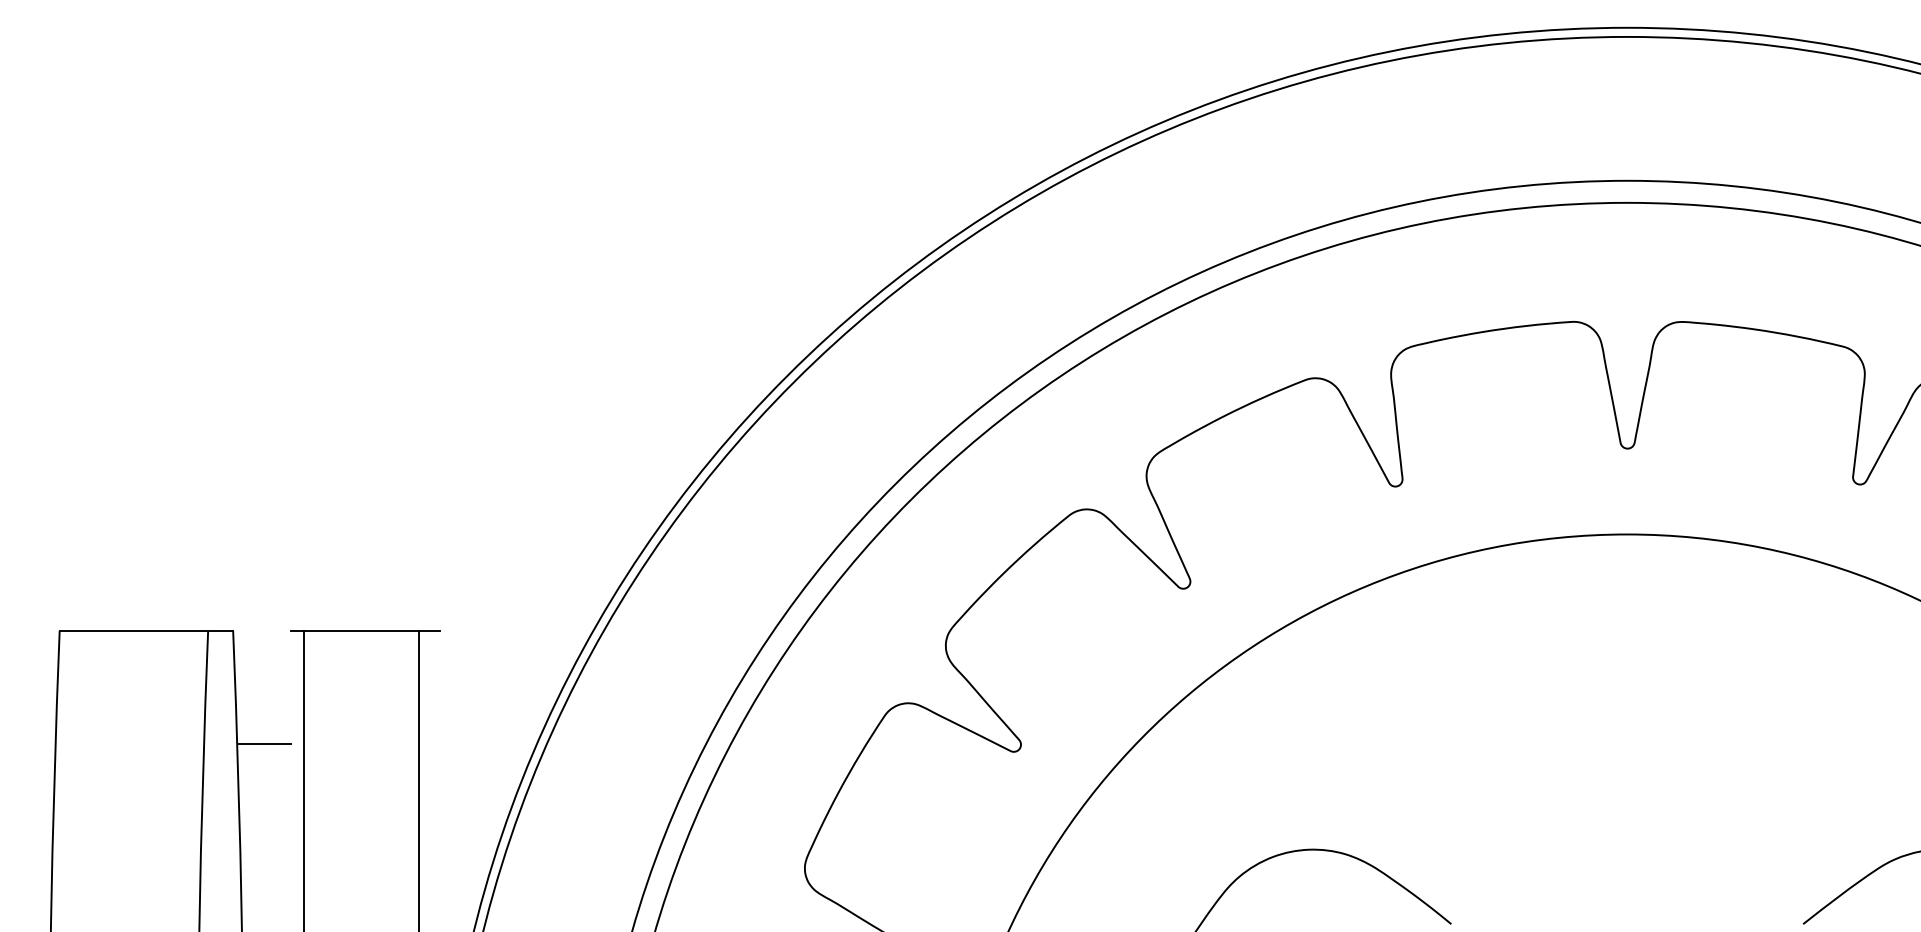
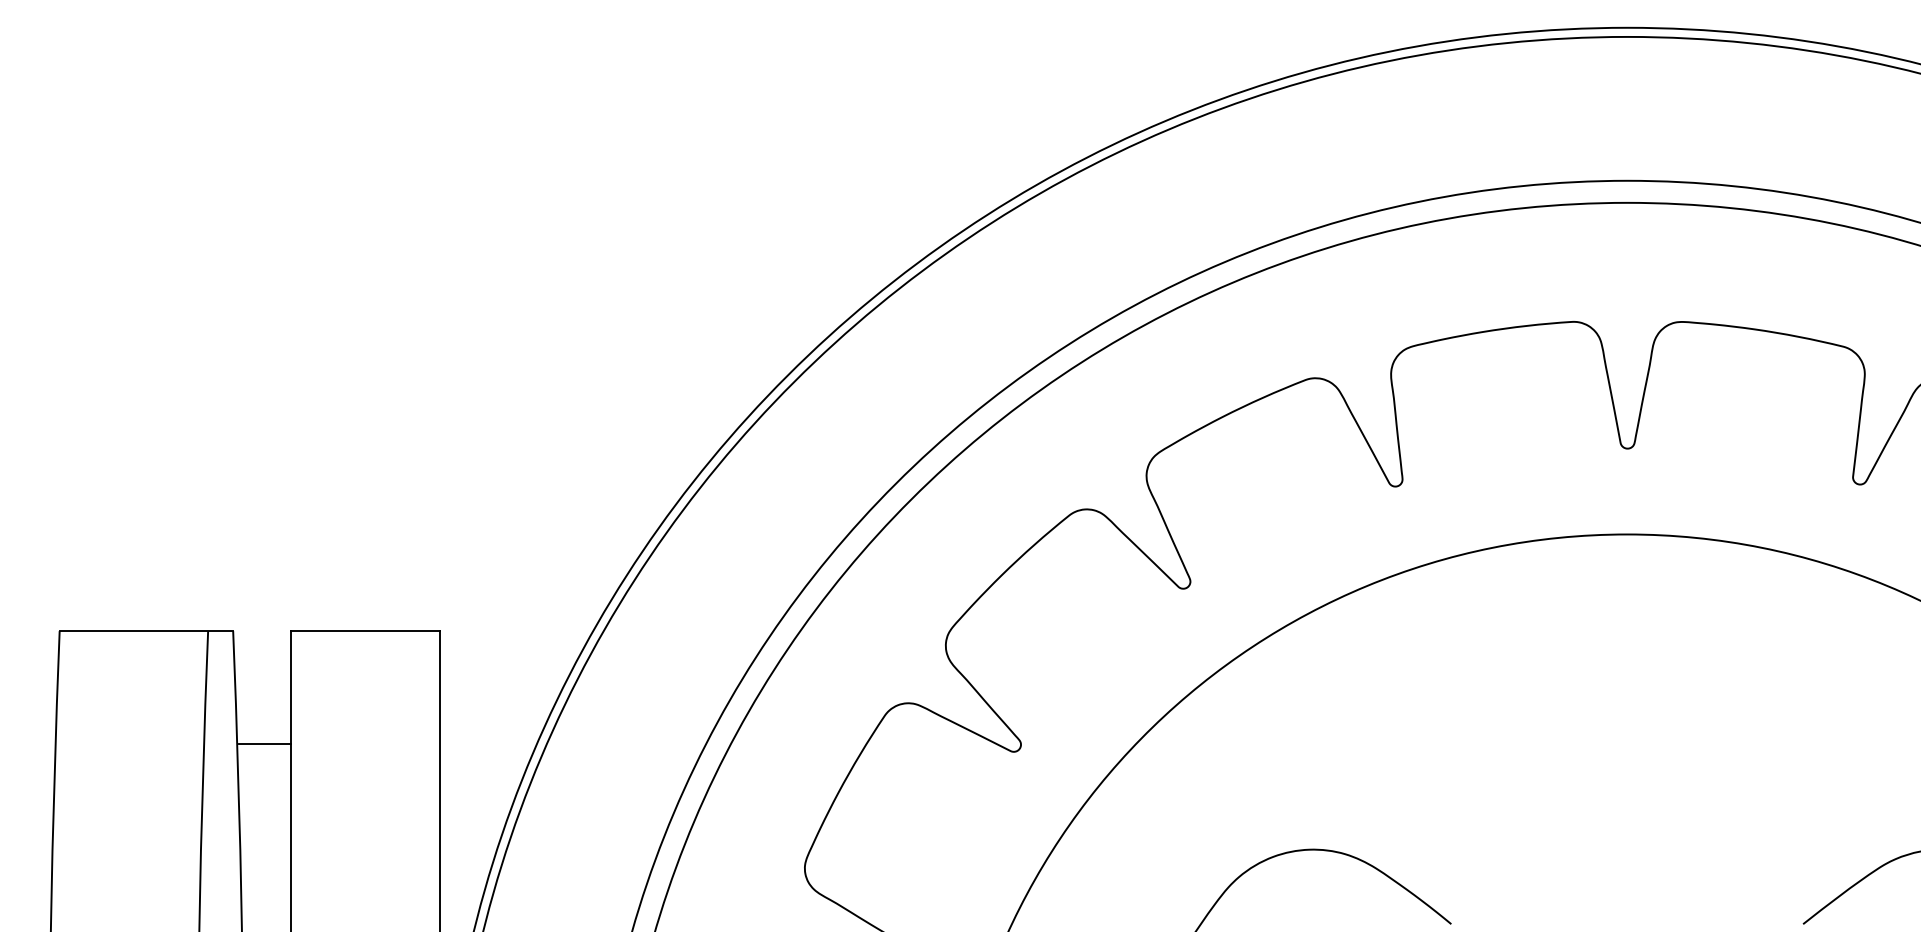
line at (304, 779) position: (304, 779) -> (291, 779)
line at (418, 779) position: (418, 779) -> (439, 779)
